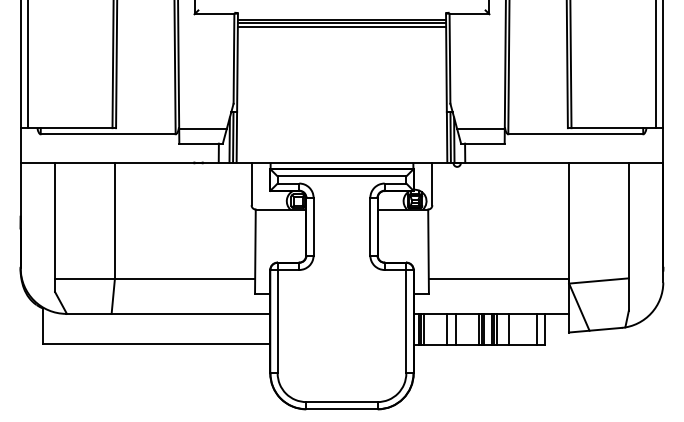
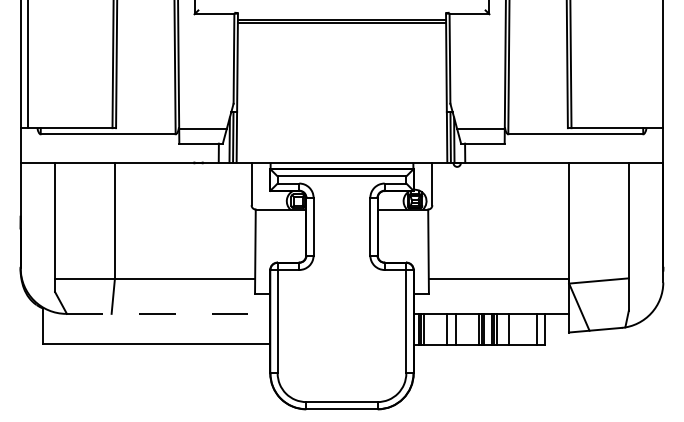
line at (341, 26): present -> none
line at (656, 65): present -> none
line at (168, 313): solid -> dashed
